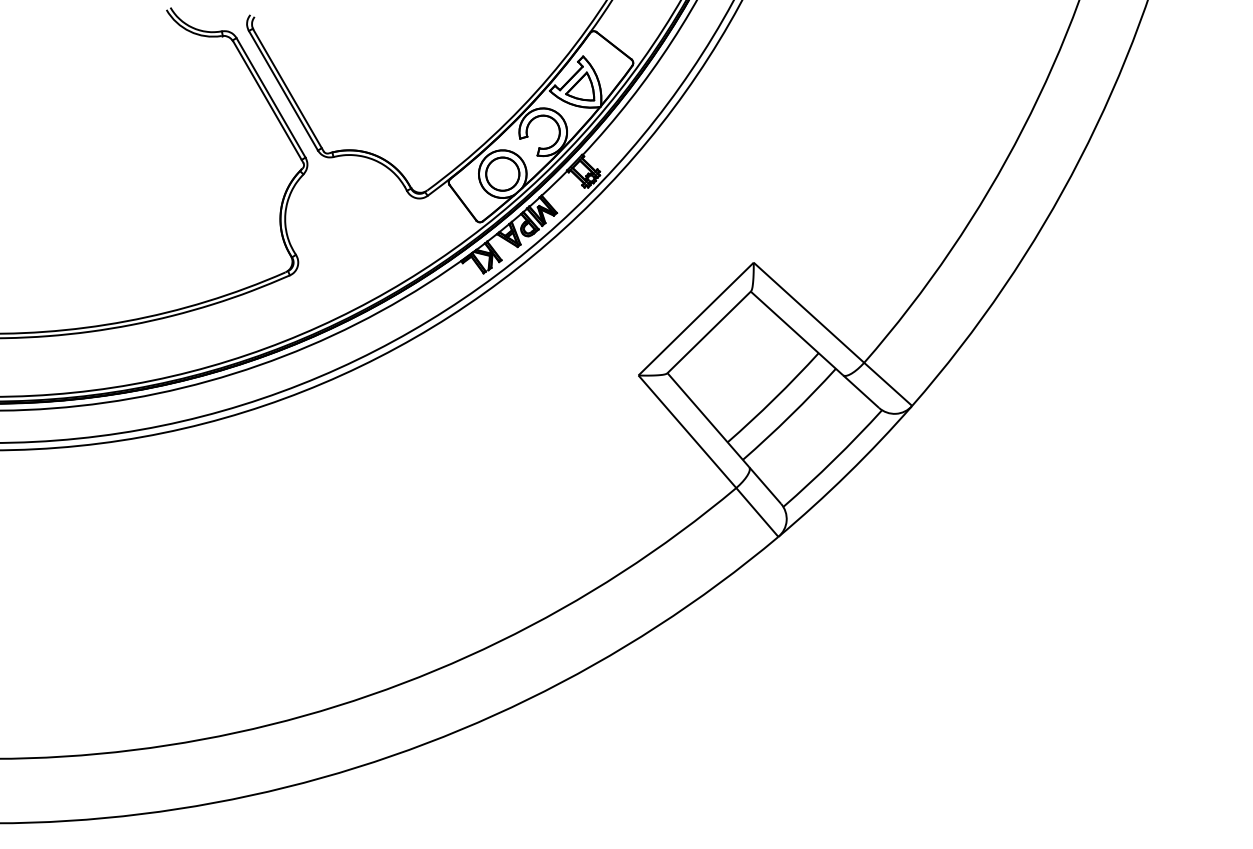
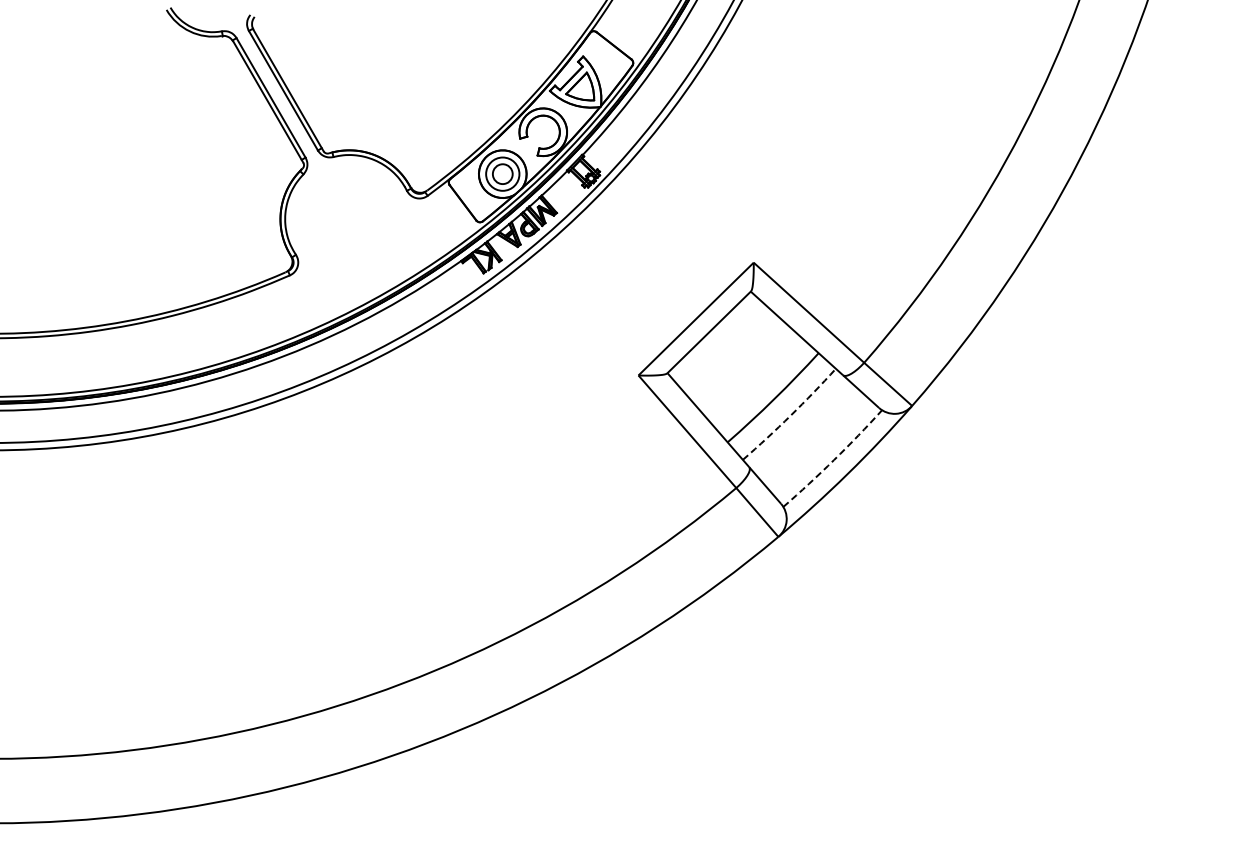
circle at (502, 173) diameter: 33 px -> 20 px
arc at (790, 415): solid -> dashed
arc at (834, 460): solid -> dashed
